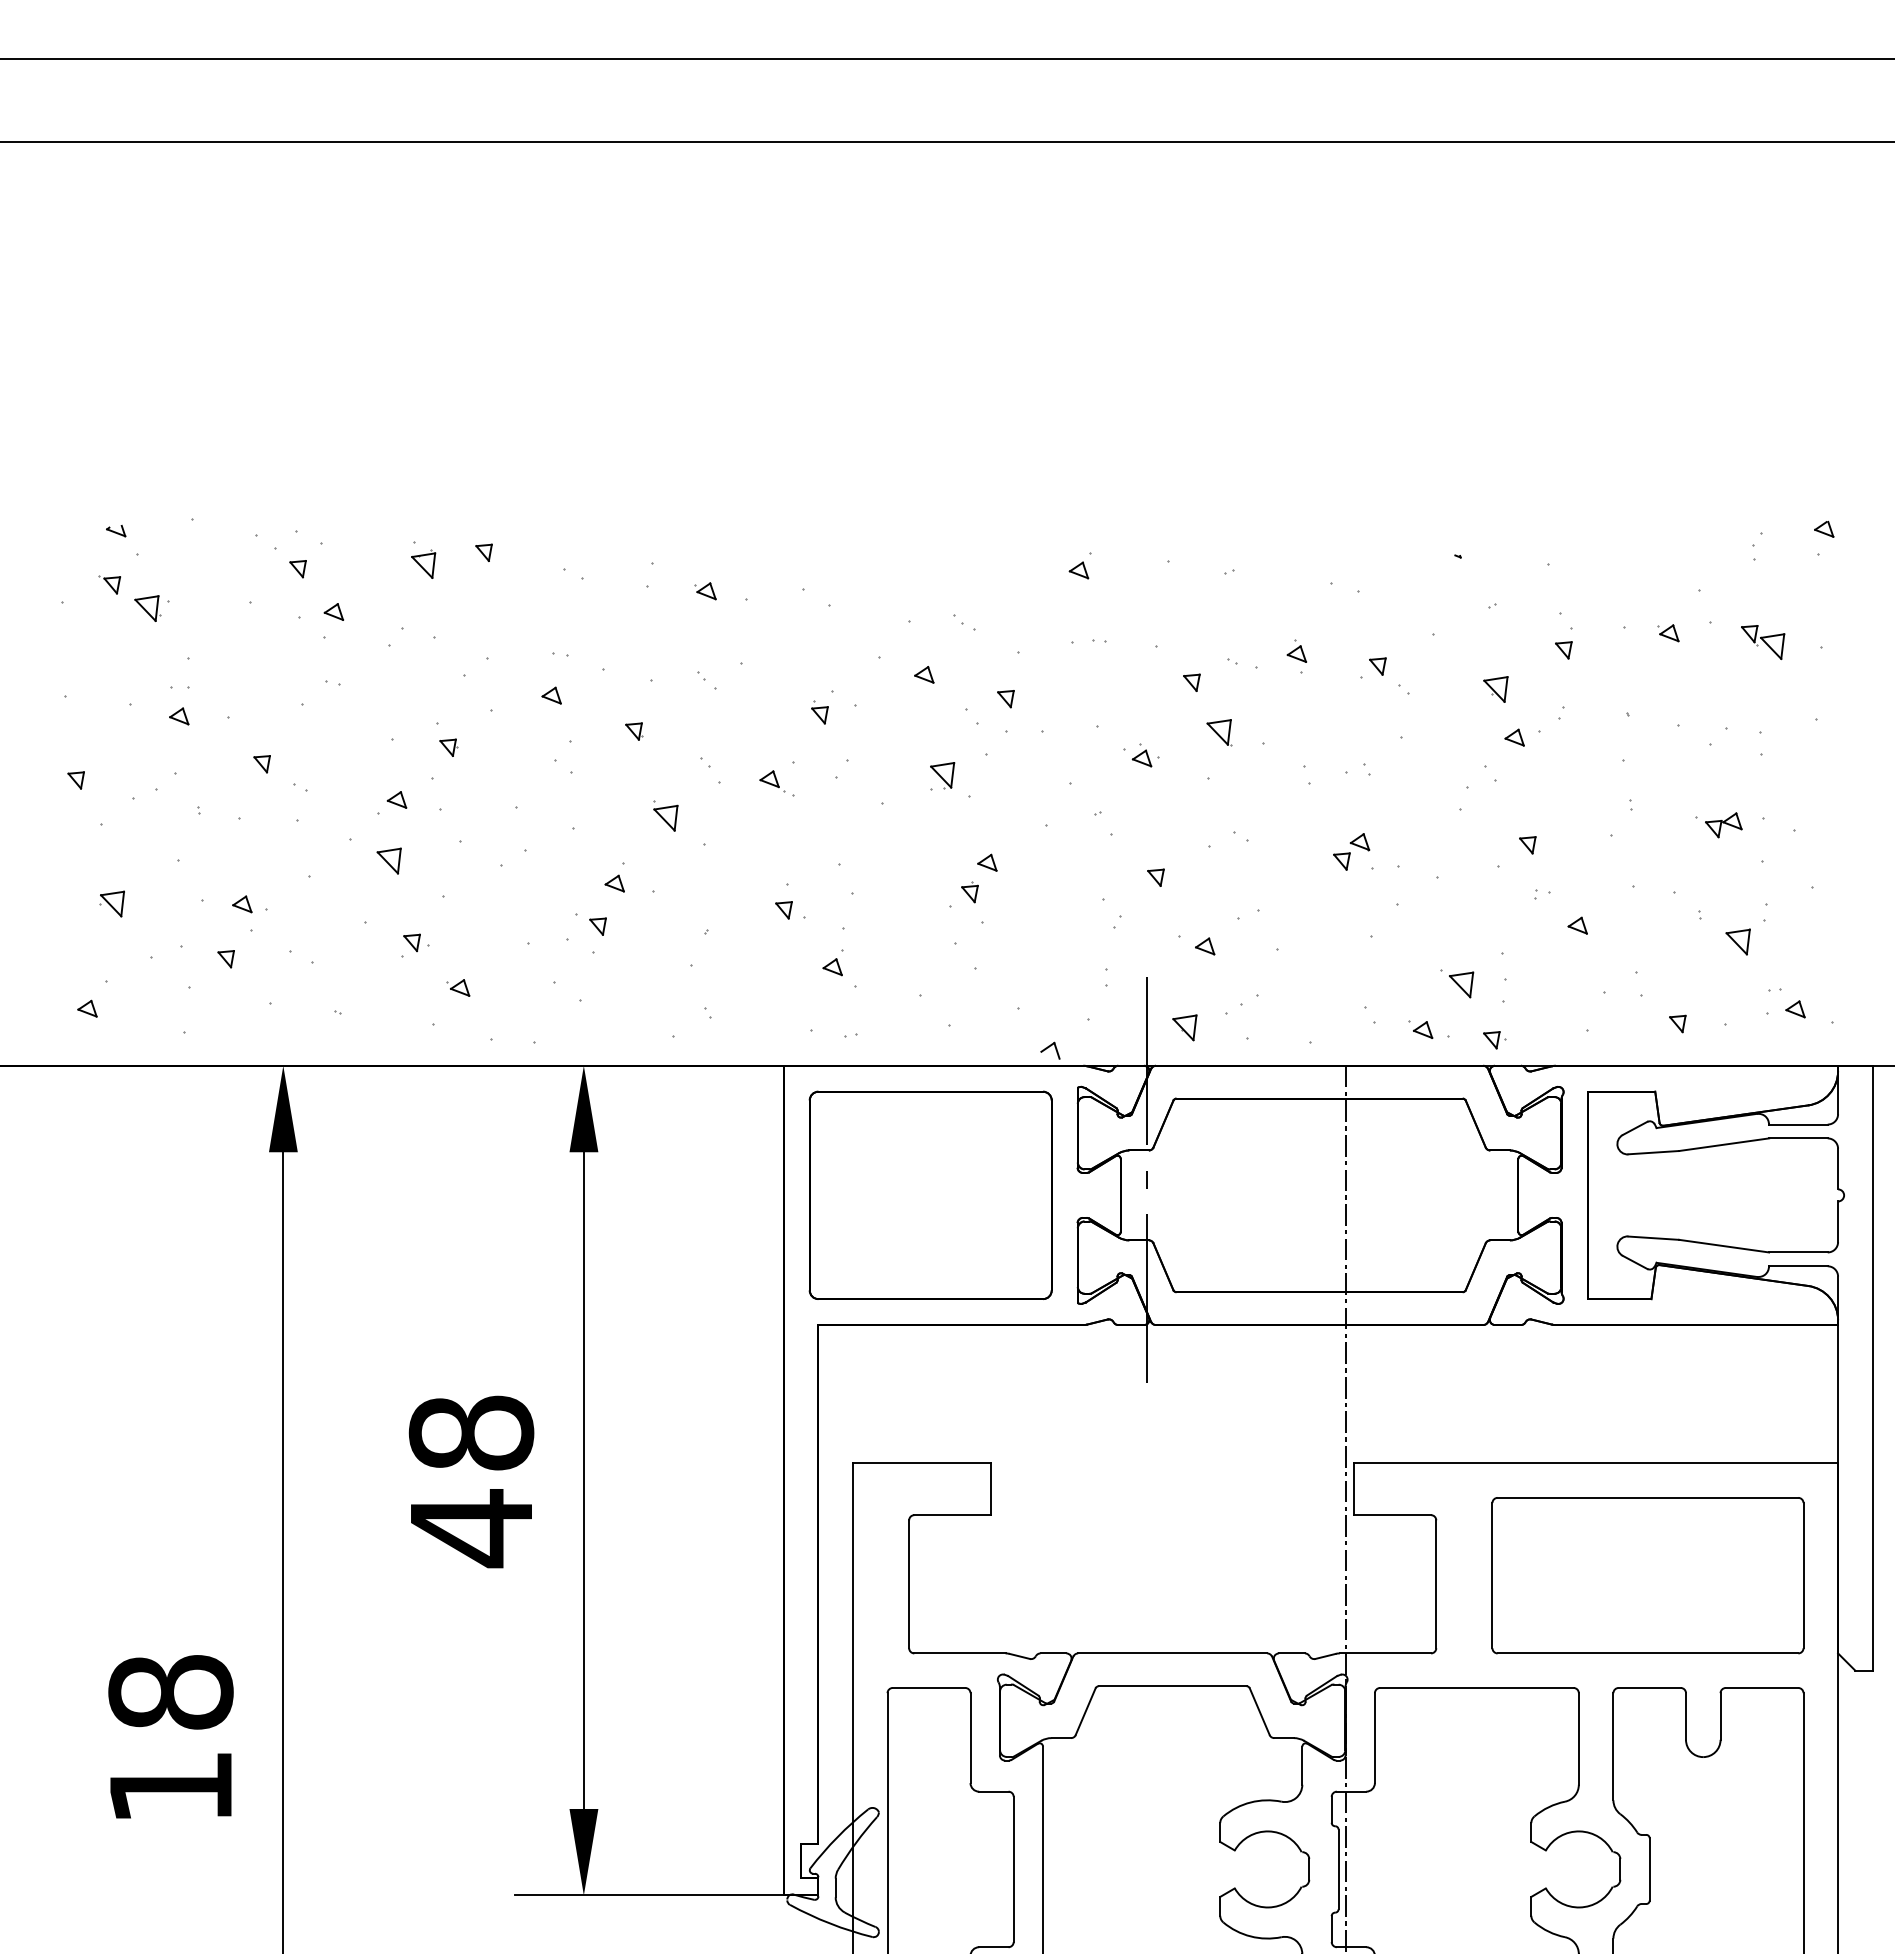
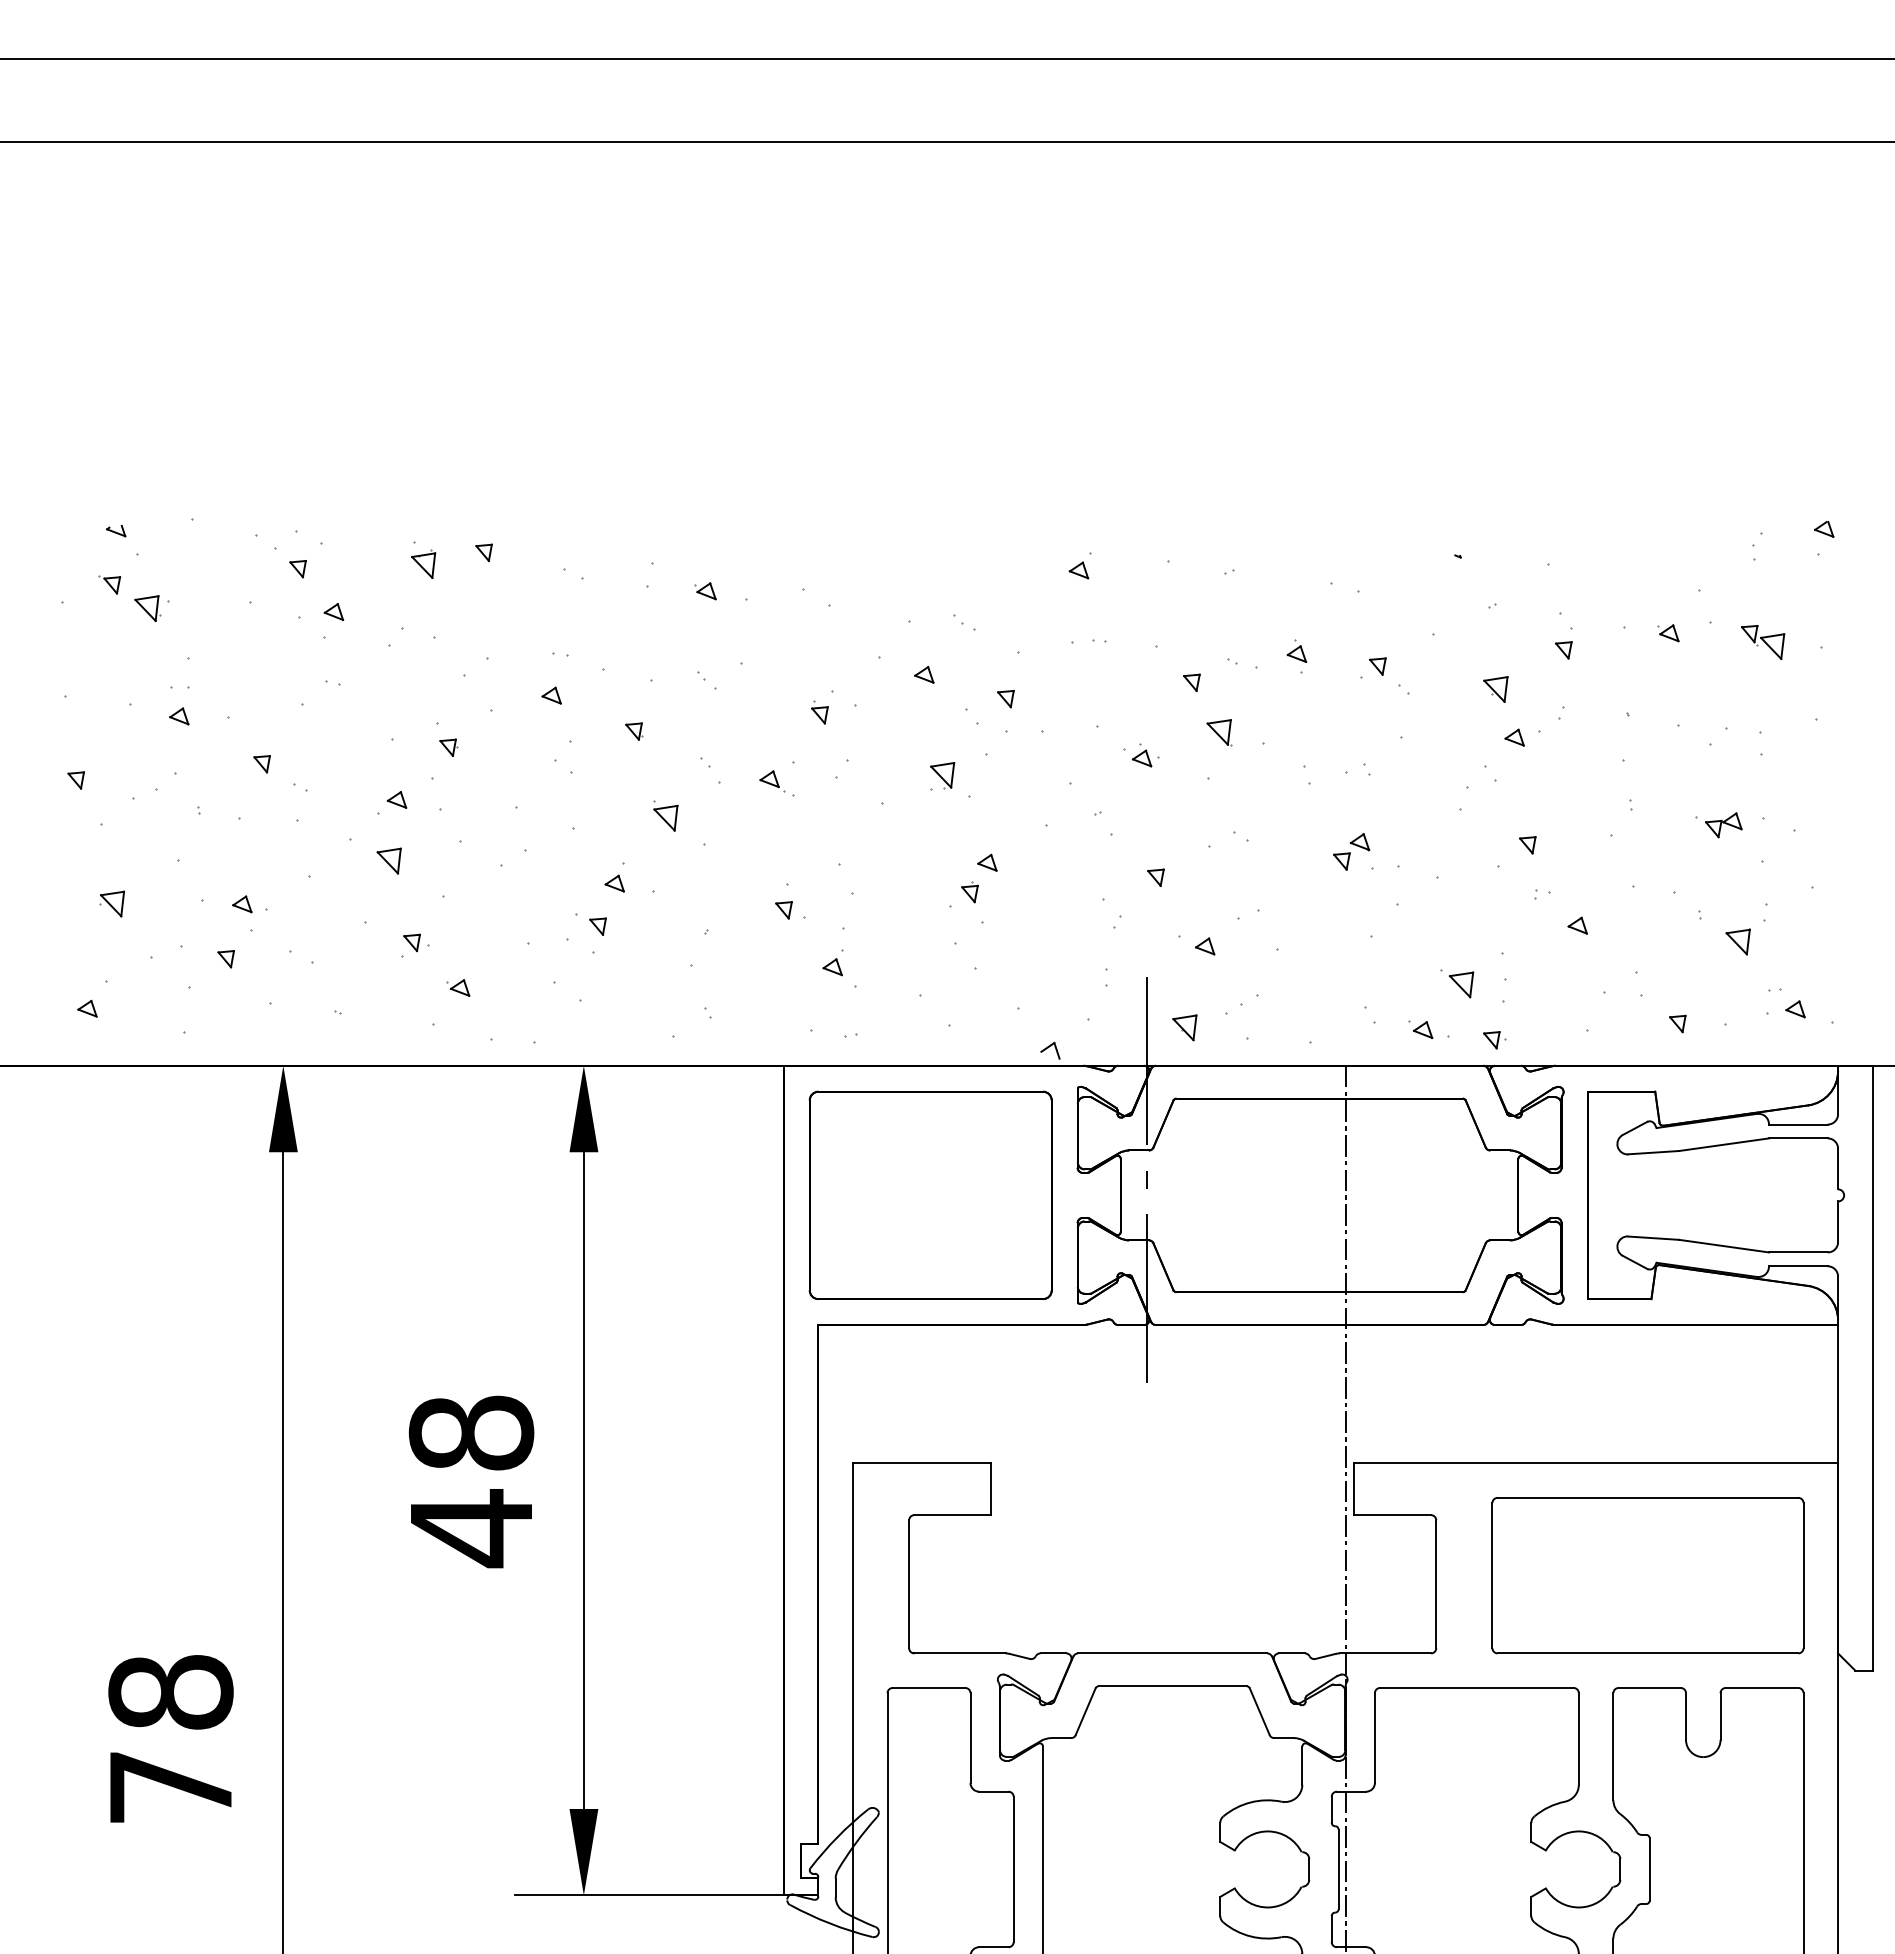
text at (170, 1787): 18 -> 78
